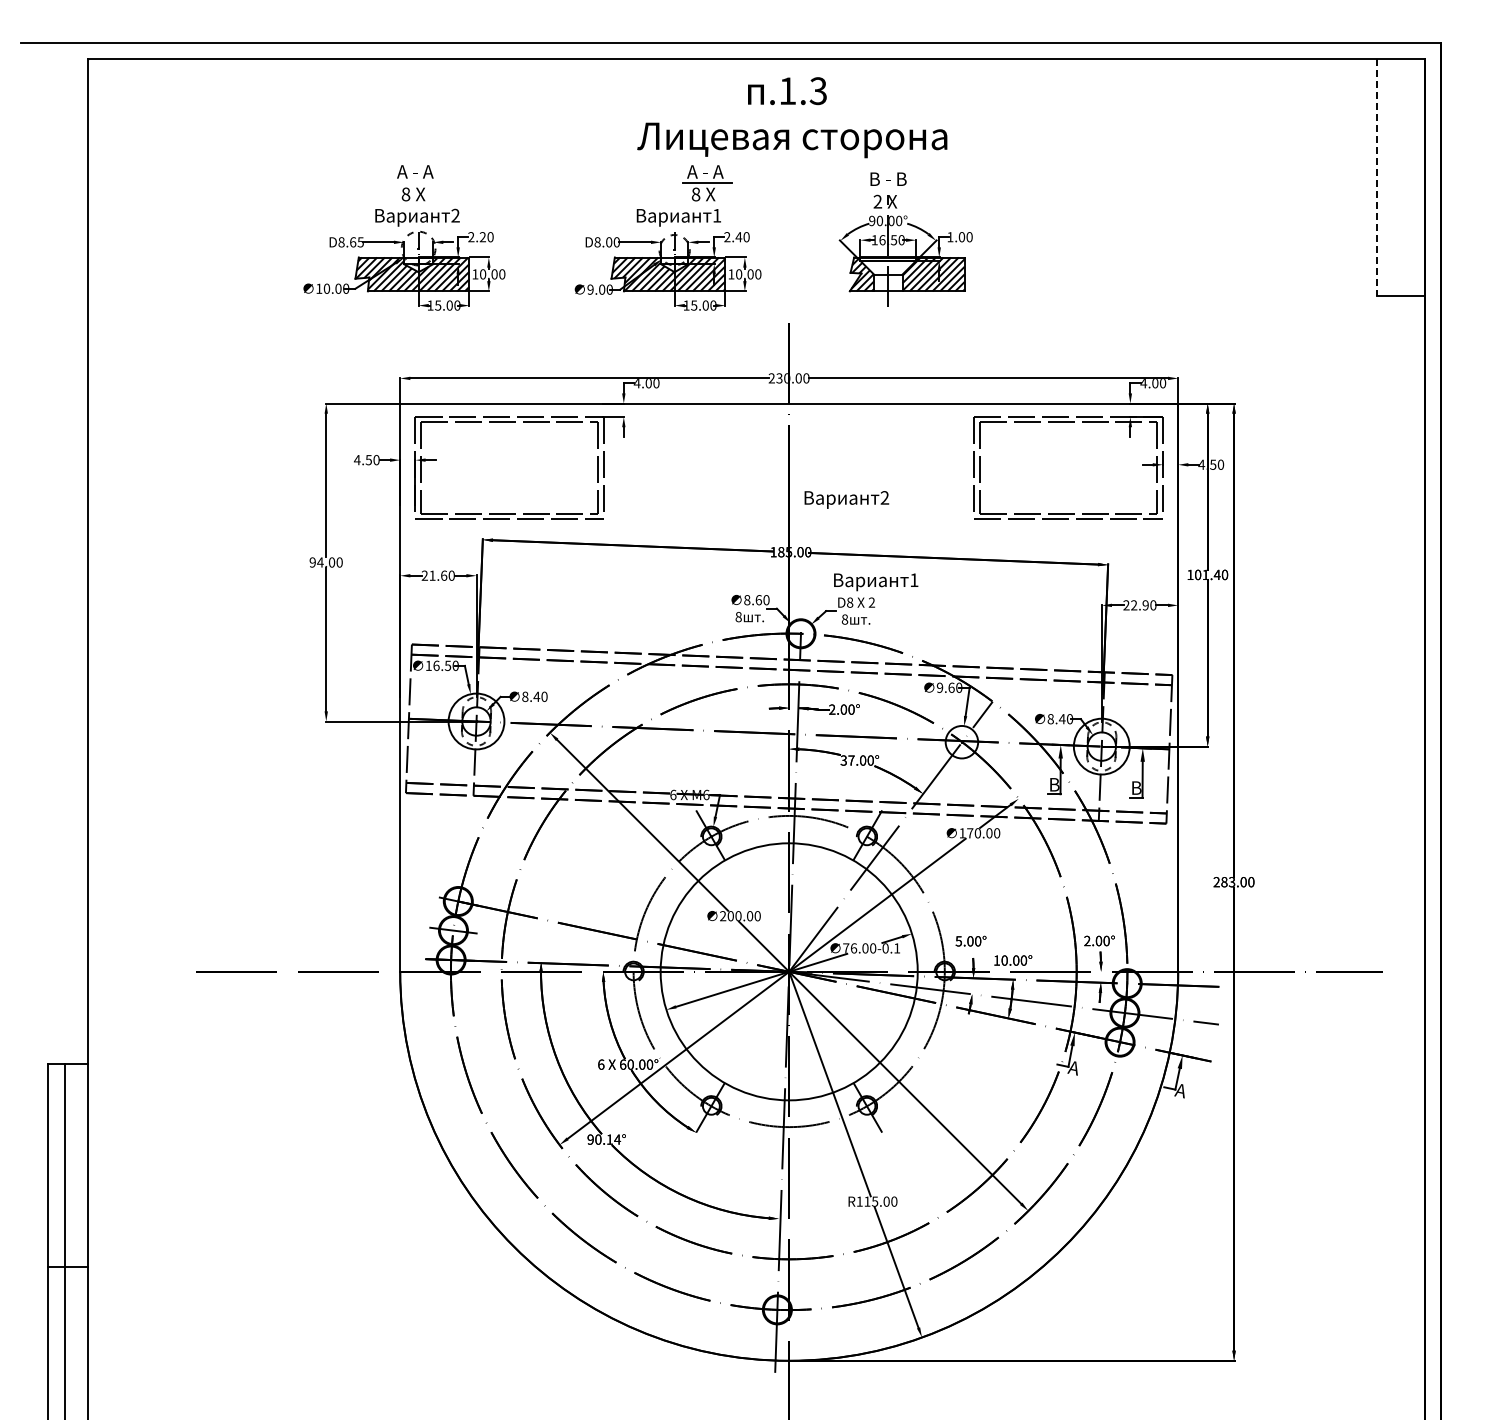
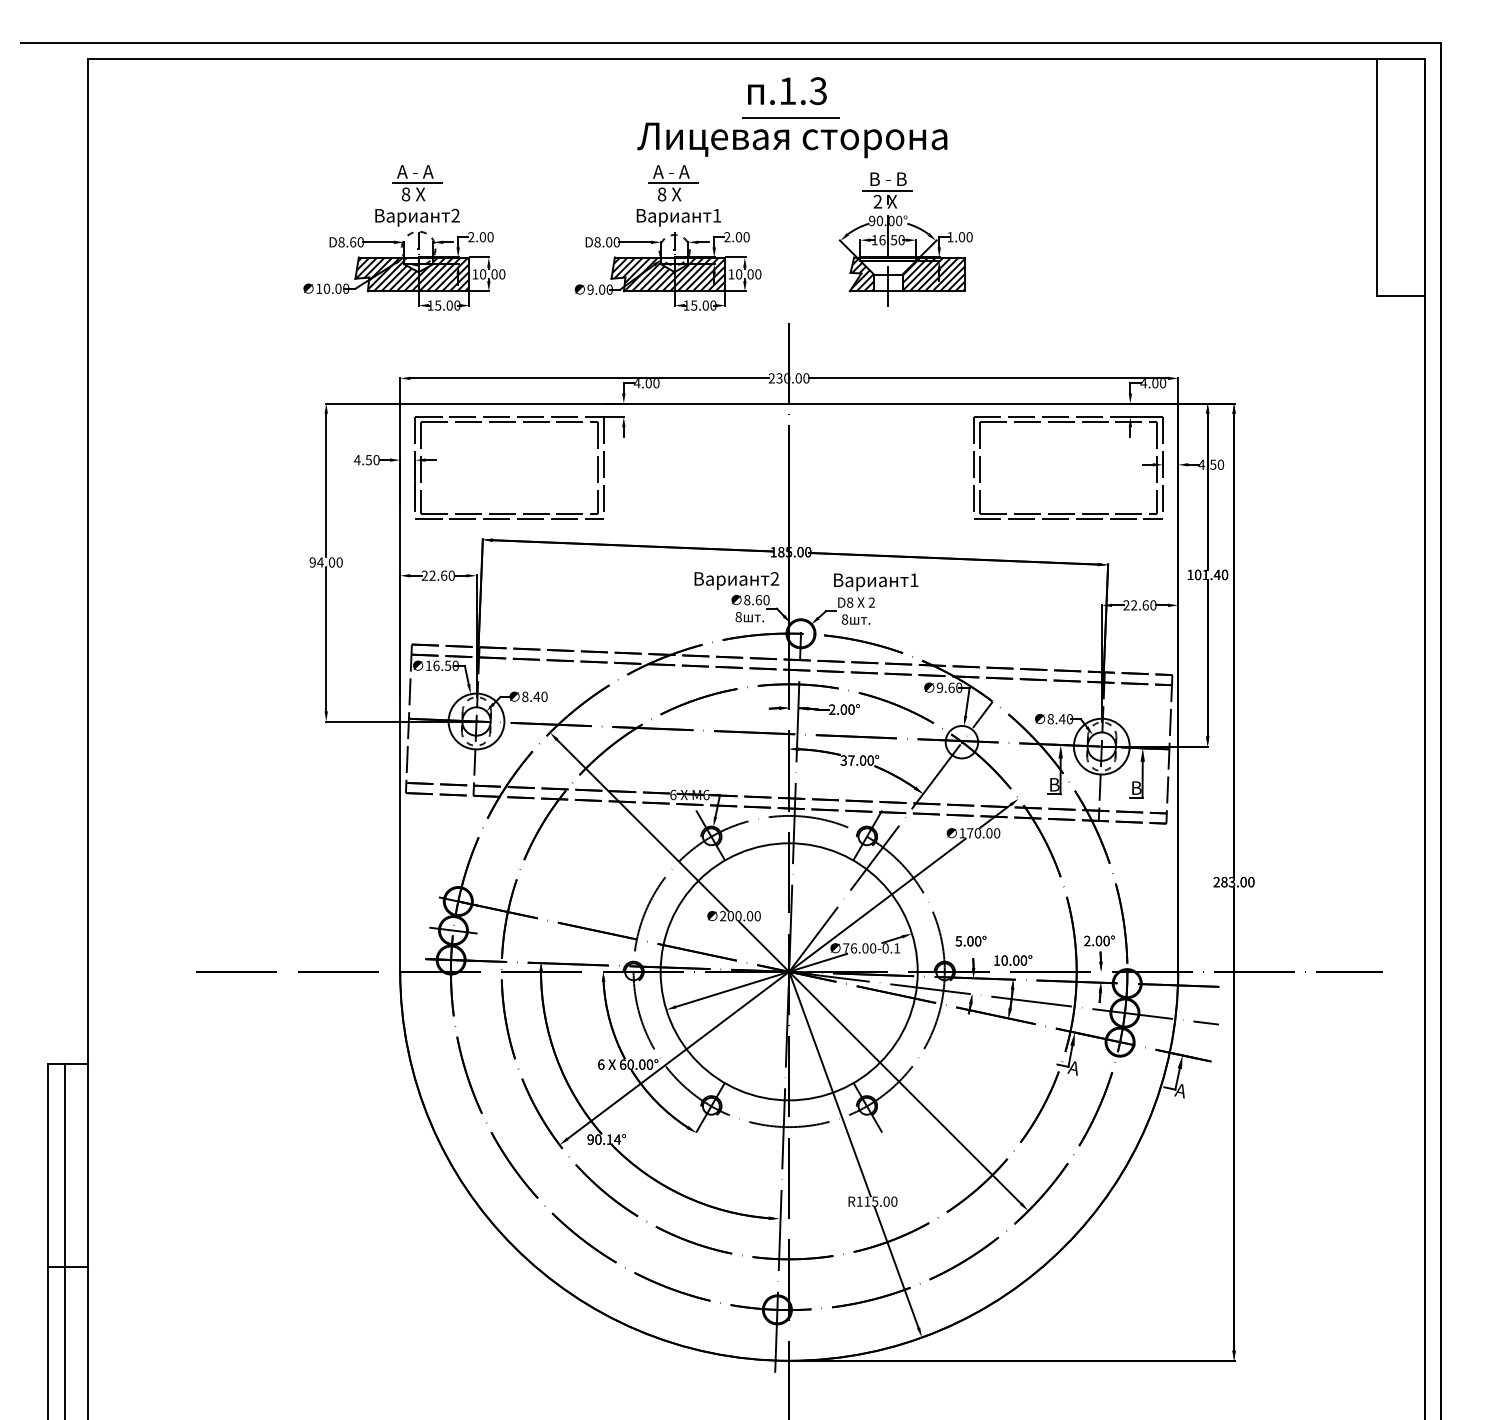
line at (790, 117): none -> present
line at (1377, 178): dashed -> solid
line at (417, 182): none -> present
part at (707, 183) position: (707, 183) -> (673, 183)
line at (887, 191): none -> present
text at (482, 237): 2.20 -> 2.00
text at (738, 237): 2.40 -> 2.00
text at (360, 242): D8.65 -> D8.60
text at (846, 499) position: (846, 499) -> (736, 580)
text at (432, 575): 21.60 -> 22.60
text at (1145, 605): 22.90 -> 22.60
